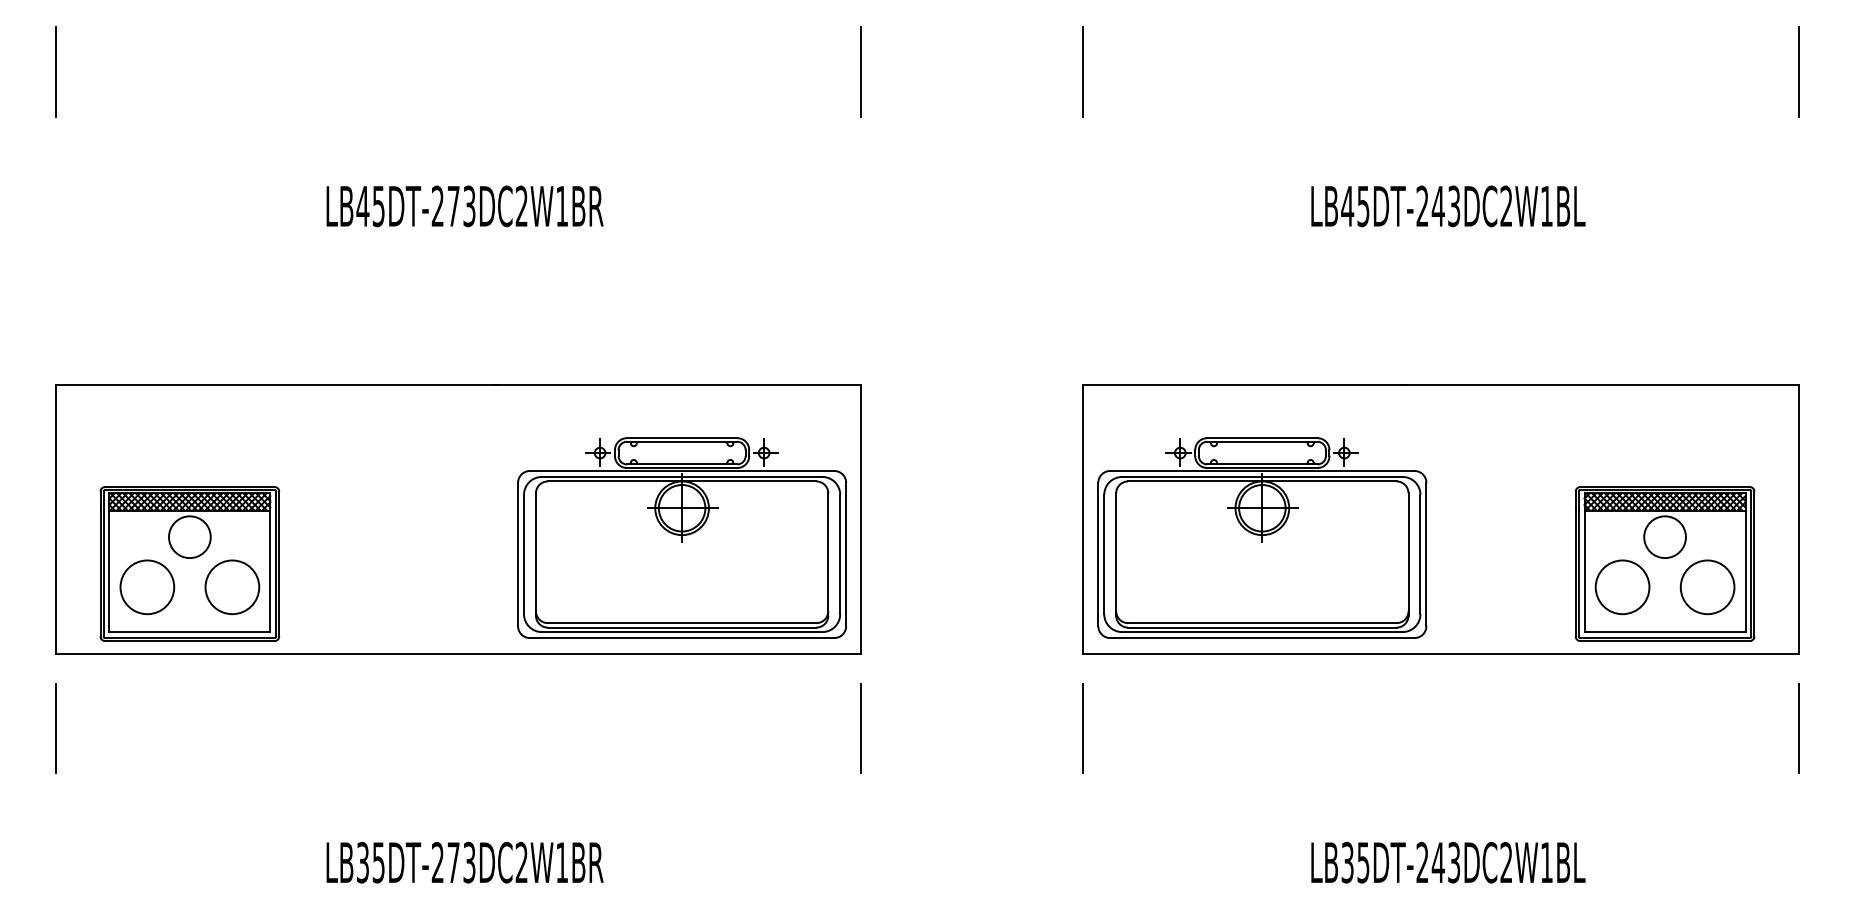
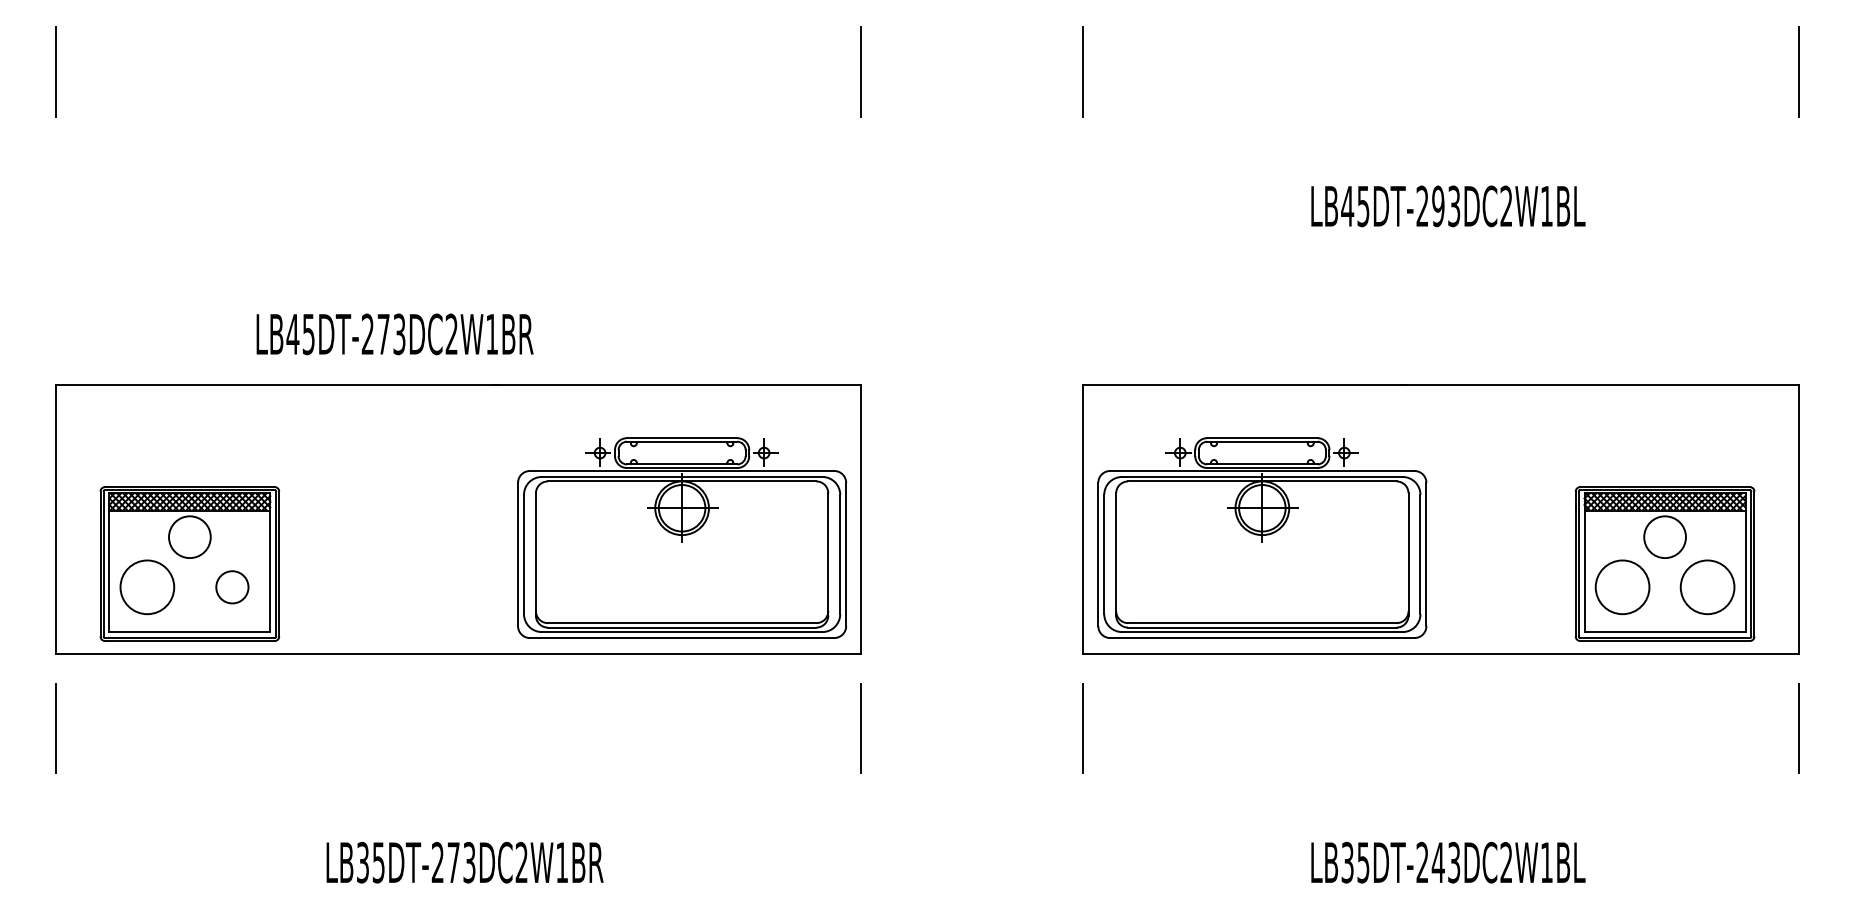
text at (464, 206) position: (464, 206) -> (394, 334)
text at (1437, 206): LB45DT-243DC2W1BL -> LB45DT-293DC2W1BL
circle at (232, 587) diameter: 54 px -> 32 px
